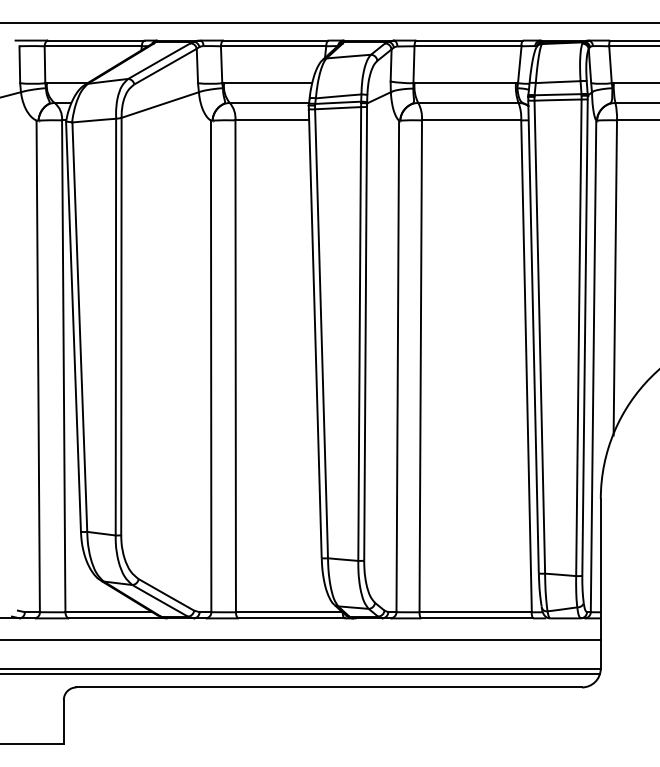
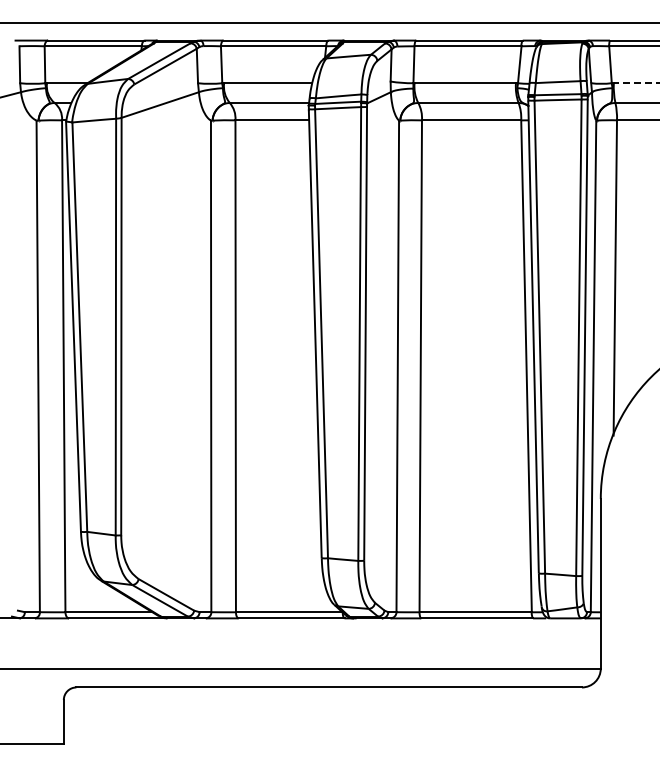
line at (636, 83): solid -> dashed
line at (301, 639): present -> none
line at (300, 674): present -> none
